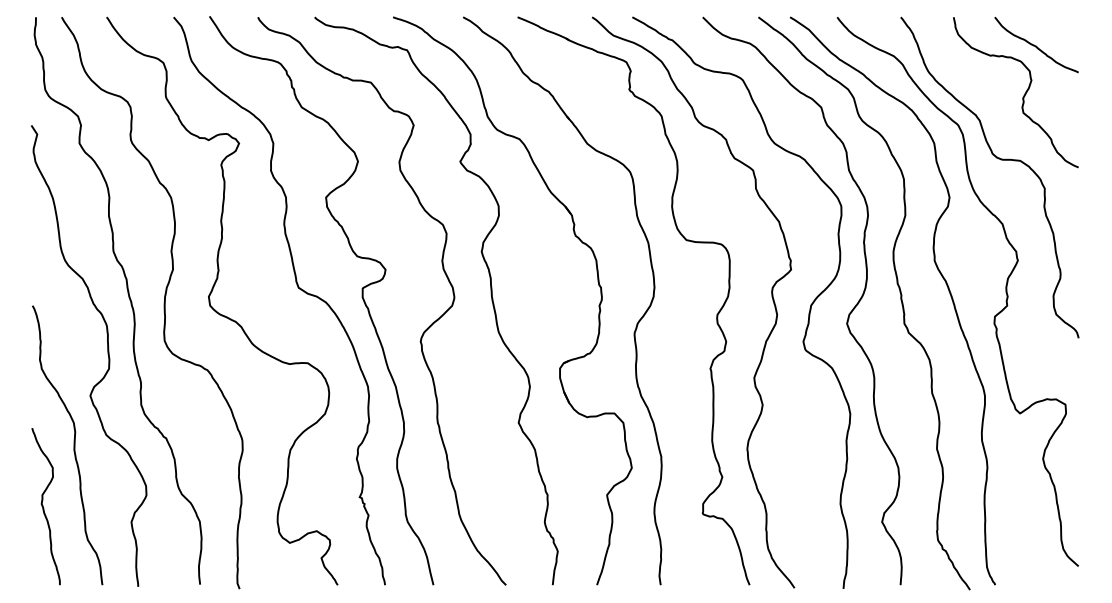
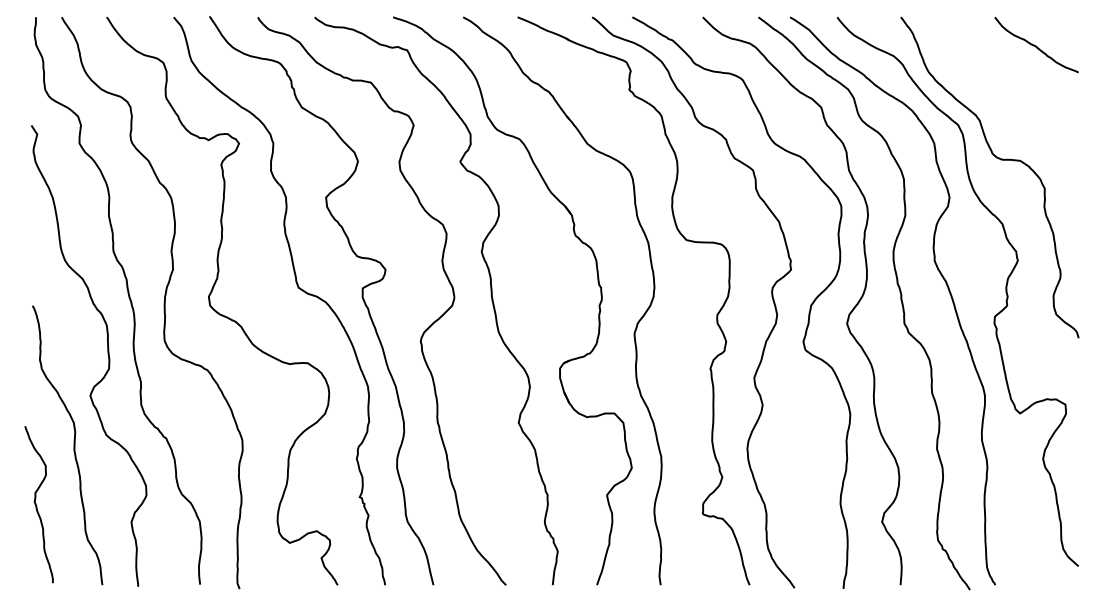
curve at (1023, 95): present -> none
curve at (43, 506) position: (43, 506) -> (36, 504)
